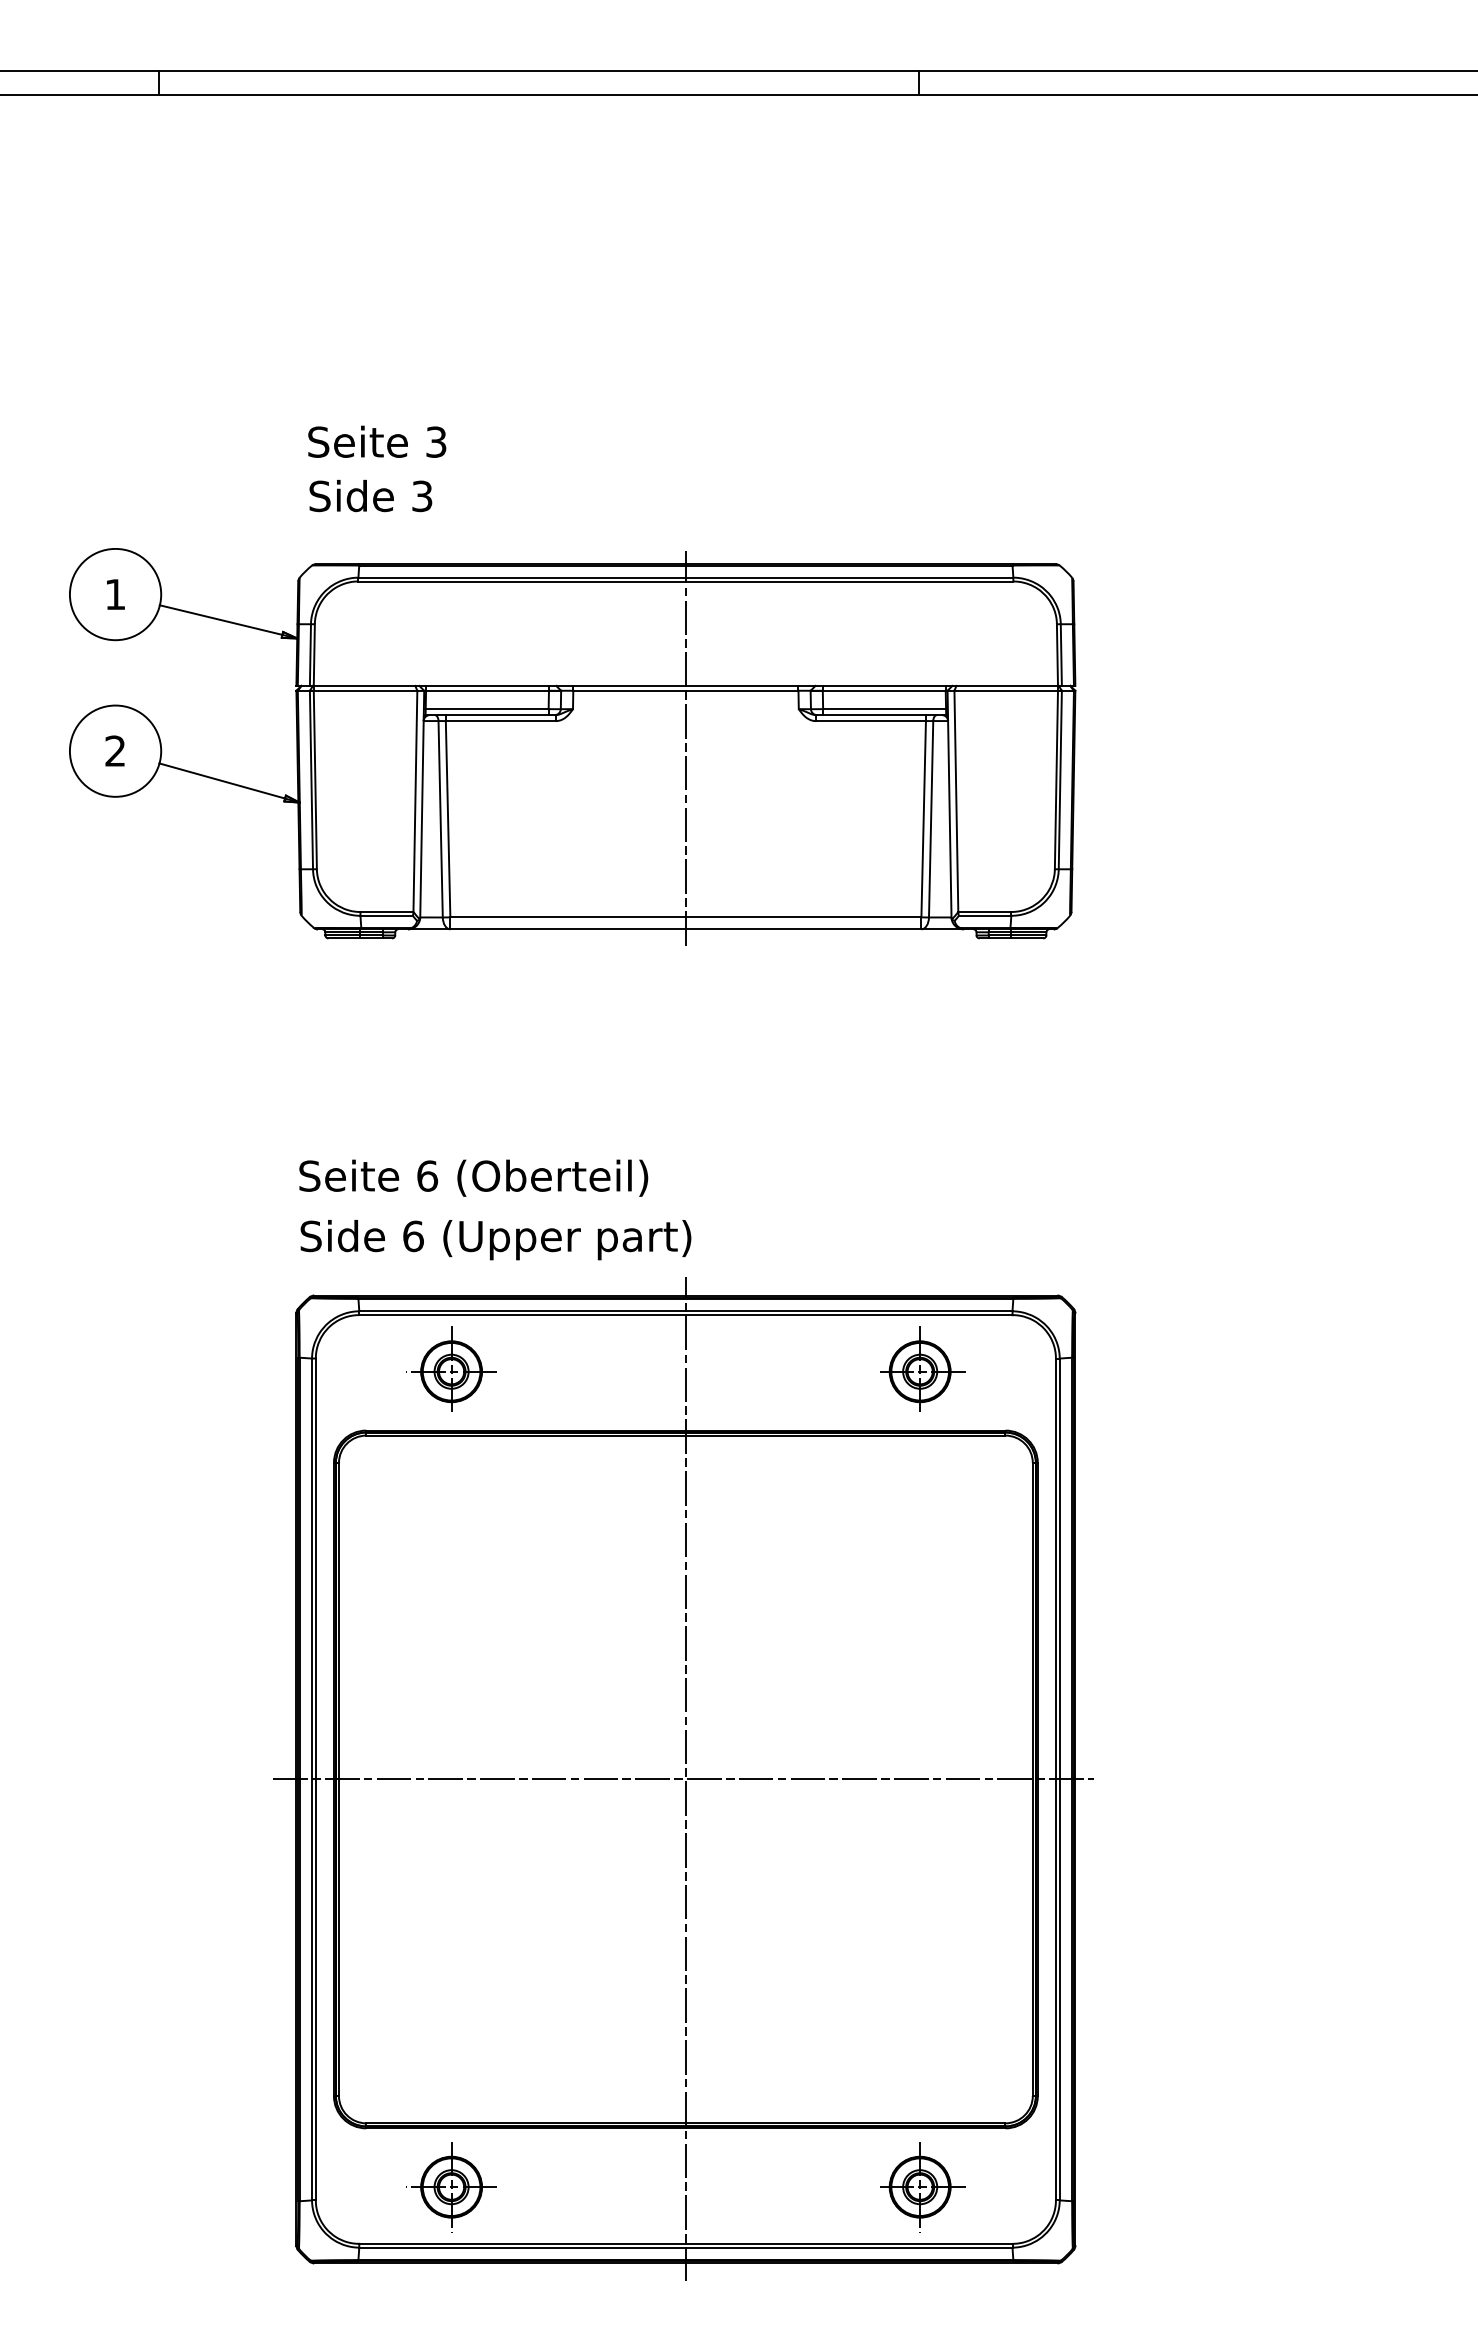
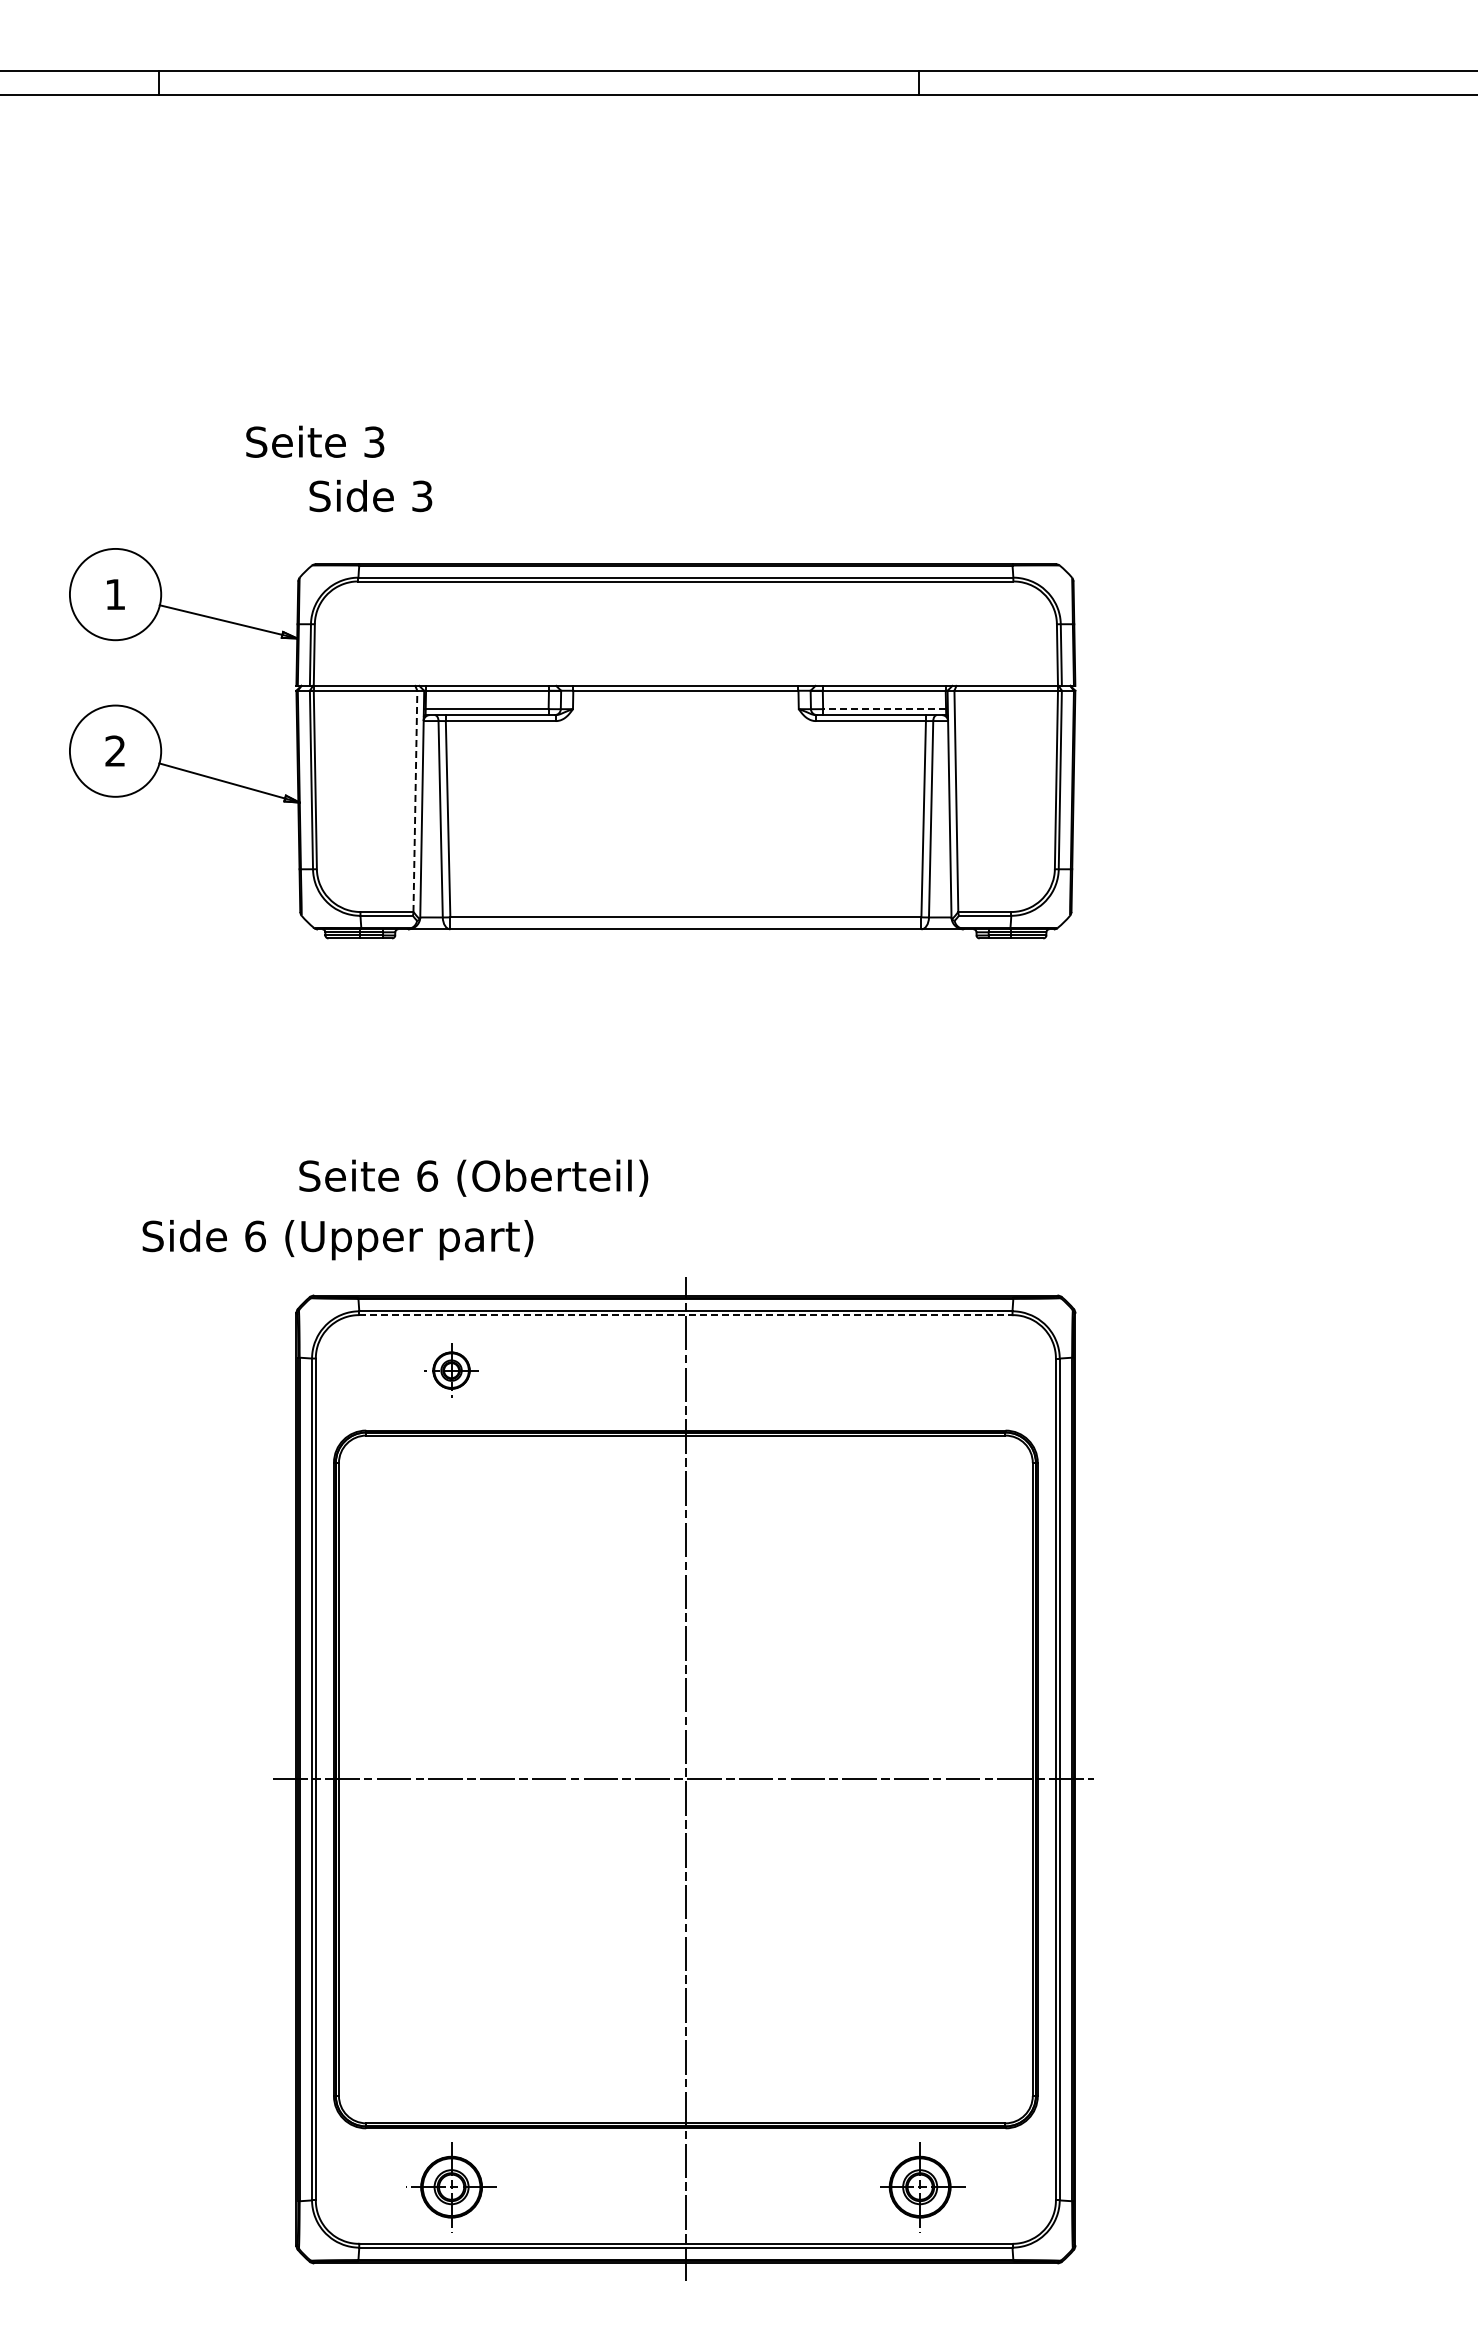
text at (377, 441) position: (377, 441) -> (315, 441)
line at (884, 709): solid -> dashed
line at (685, 748): present -> none
line at (415, 801): solid -> dashed
text at (495, 1240) position: (495, 1240) -> (337, 1240)
line at (685, 1315): solid -> dashed
part at (451, 1368) size: 91x86 px -> 55x55 px
part at (922, 1368): present -> none
